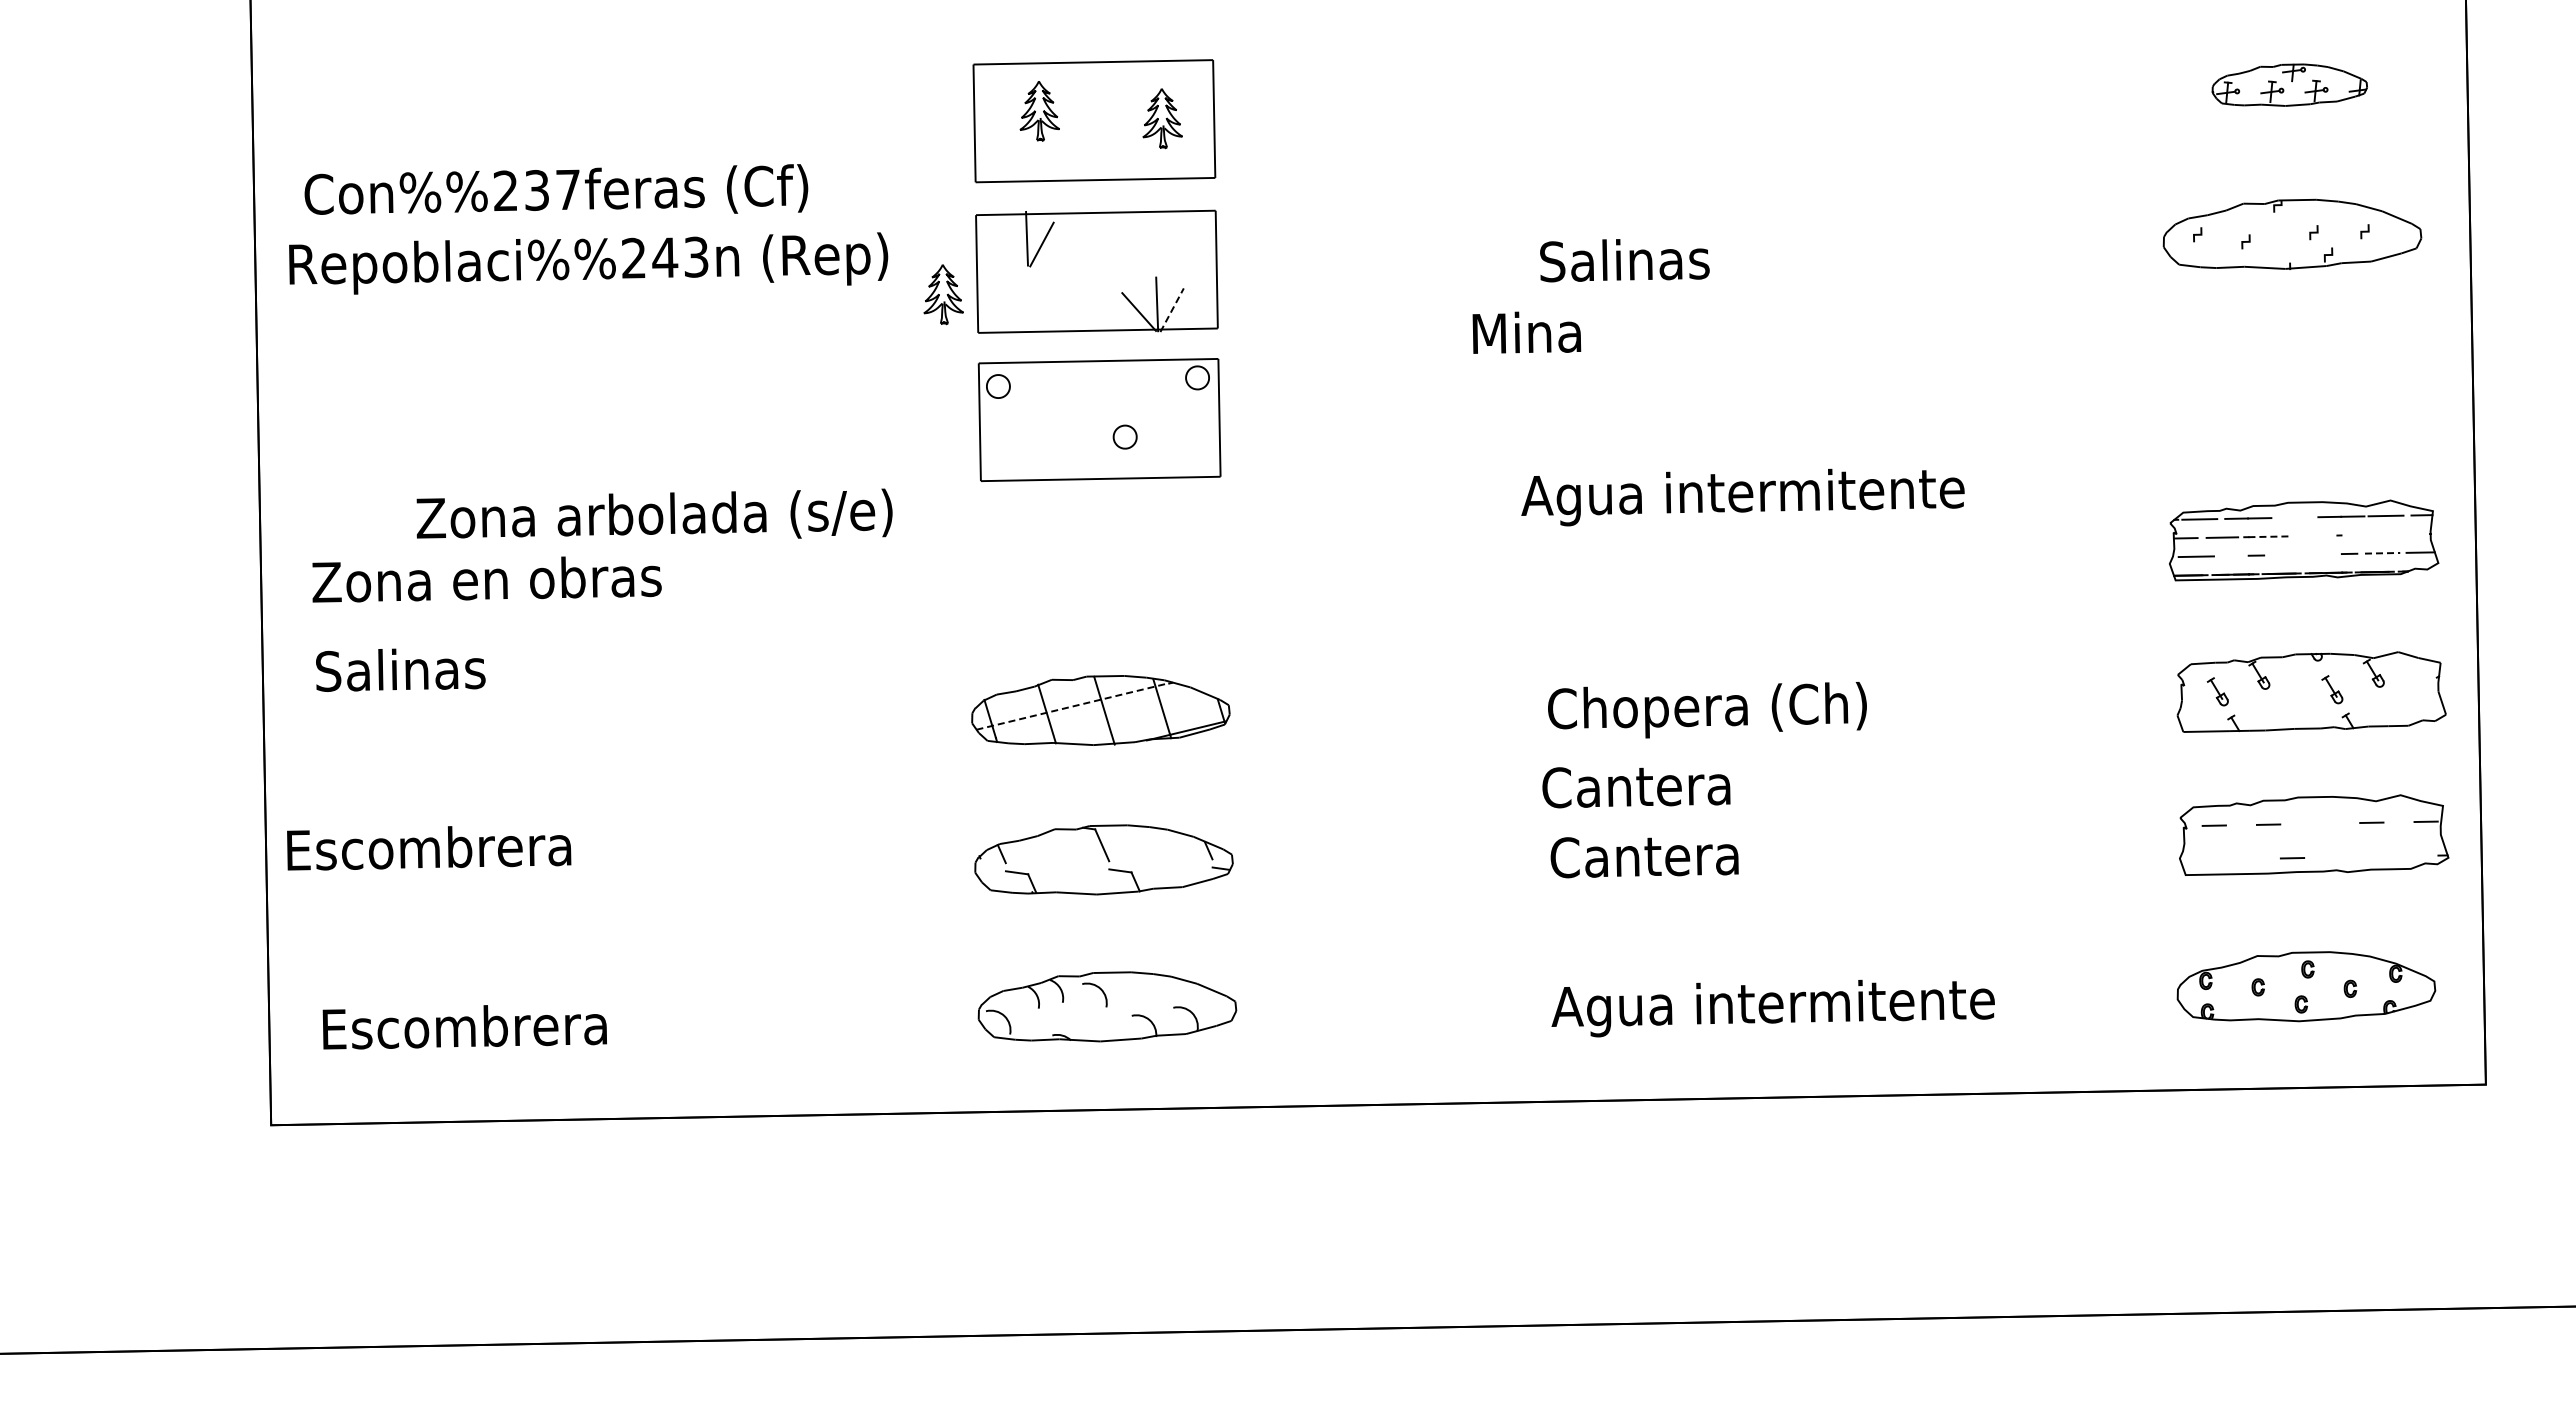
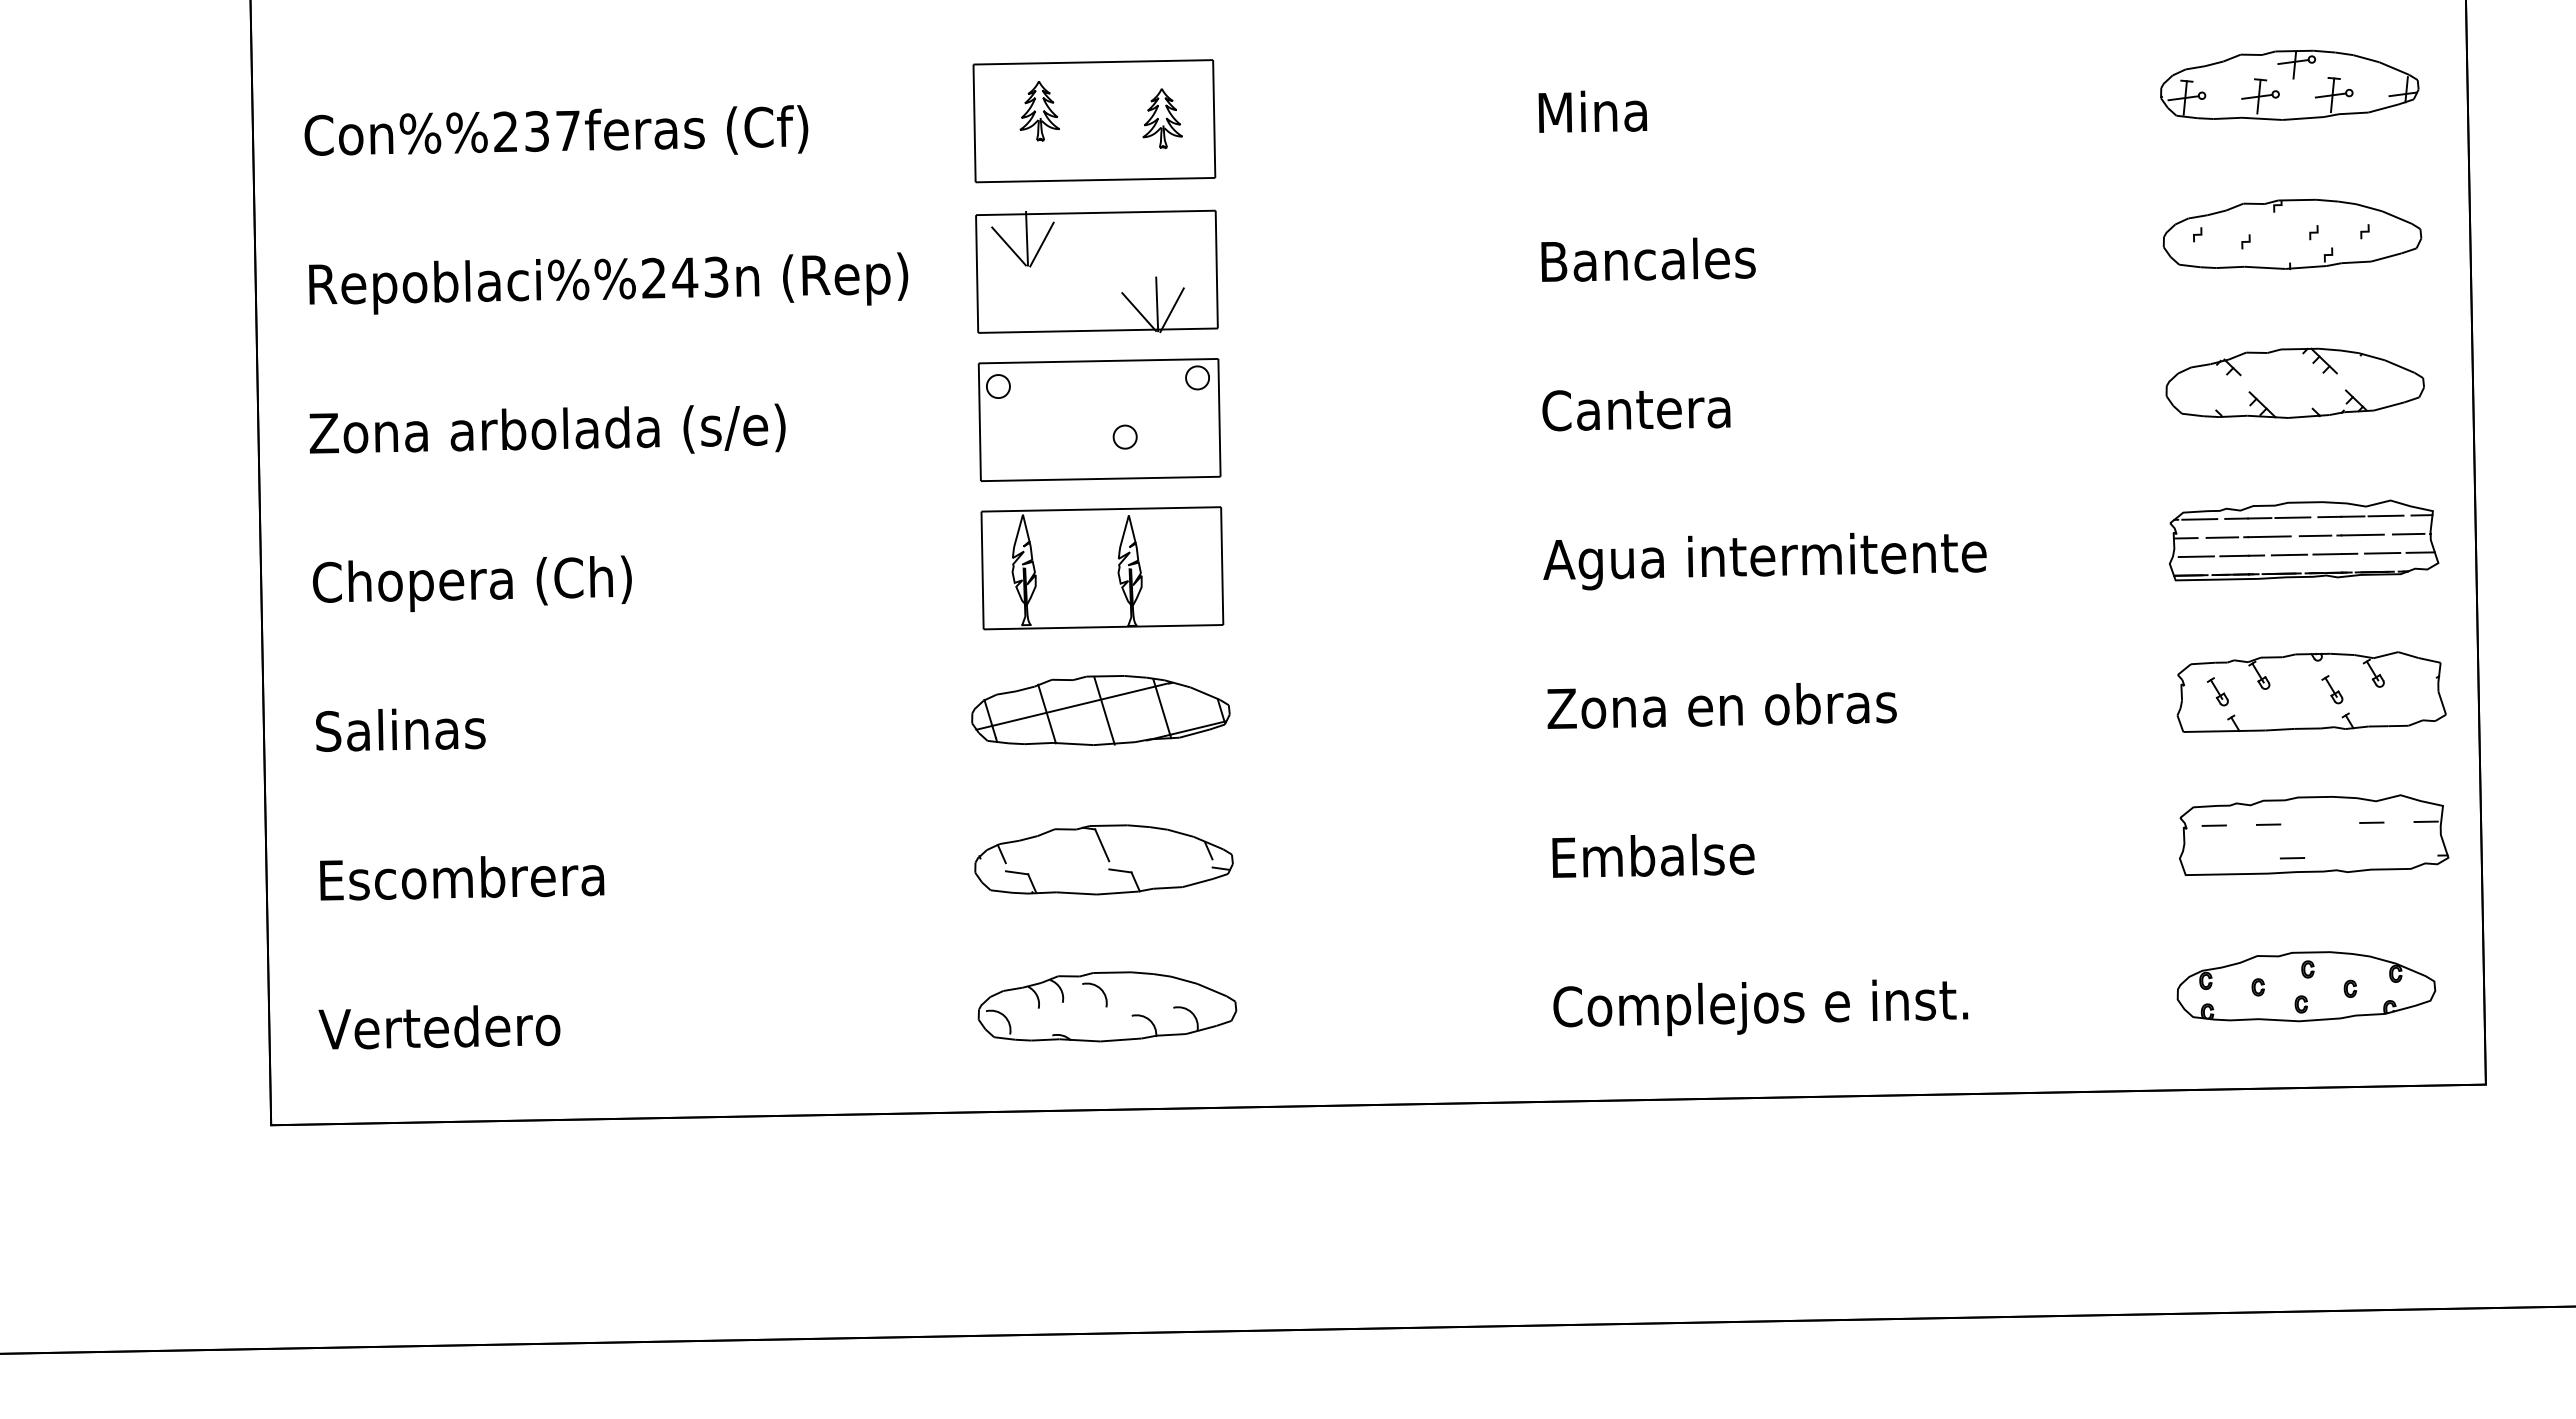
part at (2289, 84) size: 157x44 px -> 260x72 px
text at (556, 189) position: (556, 189) -> (556, 130)
line at (1008, 246): none -> present
text at (1647, 259): Salinas -> Bancales
text at (588, 263) position: (588, 263) -> (608, 283)
part at (943, 294): present -> none
line at (1172, 310): dashed -> solid
text at (1526, 332) position: (1526, 332) -> (1592, 111)
part at (2294, 382): none -> present
text at (1742, 497) position: (1742, 497) -> (1764, 561)
text at (654, 513) position: (654, 513) -> (547, 428)
line at (2292, 517): none -> present
line at (2408, 533): none -> present
line at (2362, 534): none -> present
line at (2315, 535): none -> present
line at (2270, 536): dashed -> solid
line at (2382, 553): dashed -> solid
line at (2289, 554): none -> present
line at (2327, 554): none -> present
line at (2234, 555): none -> present
part at (1102, 568): none -> present
text at (486, 583): Zona en obras -> Chopera (Ch)
text at (400, 669) position: (400, 669) -> (400, 729)
line at (1073, 706): dashed -> solid
text at (1721, 709): Chopera (Ch) -> Zona en obras
text at (1636, 787) position: (1636, 787) -> (1636, 410)
text at (429, 848) position: (429, 848) -> (462, 878)
text at (1652, 855): Cantera -> Embalse
text at (1772, 1008): Agua intermitente -> Complejos e inst.
text at (462, 1027): Escombrera -> Vertedero
